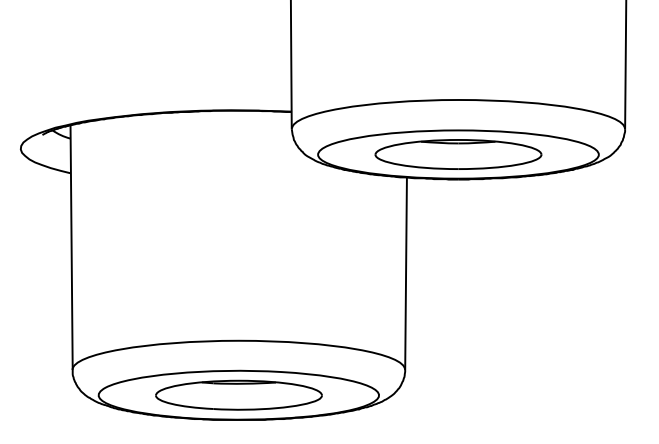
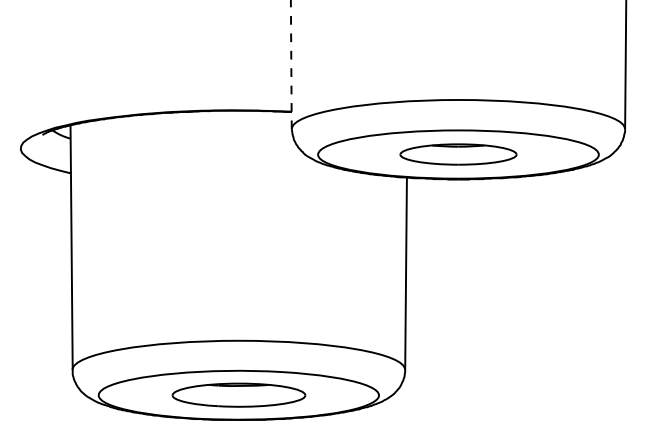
line at (291, 64): solid -> dashed
part at (458, 154) size: 169x31 px -> 119x23 px
part at (238, 394) size: 168x32 px -> 136x26 px
